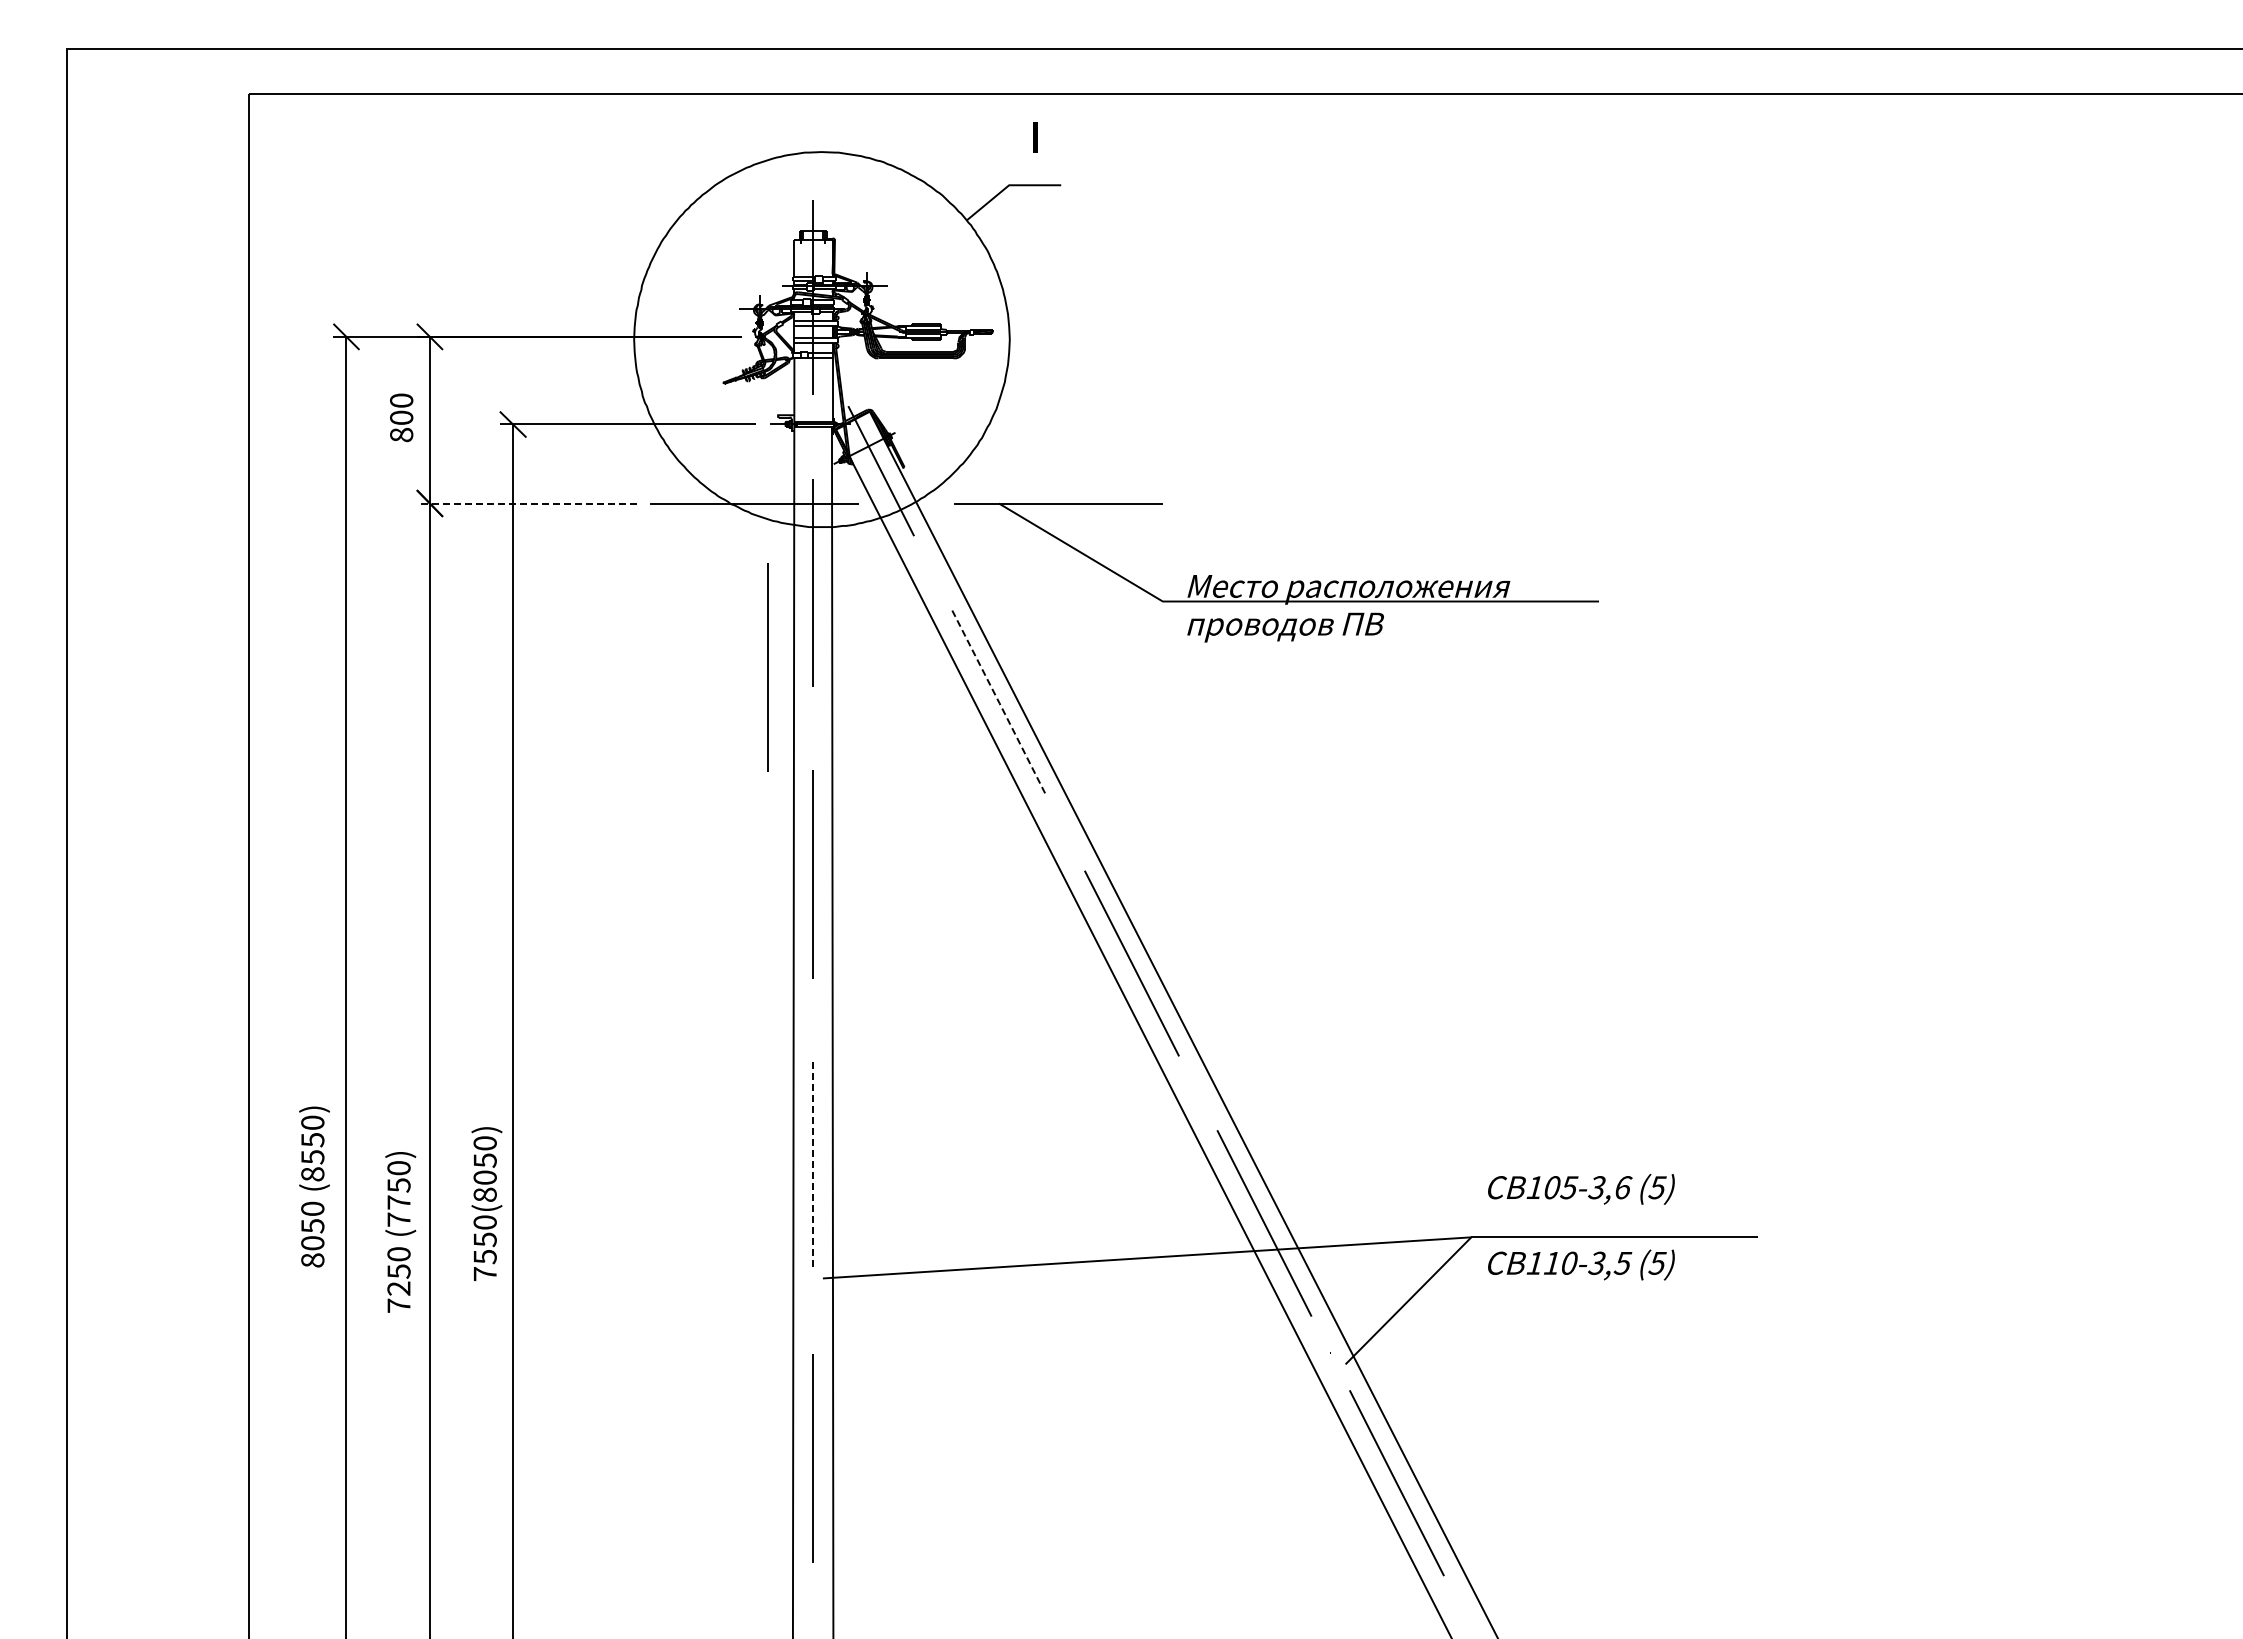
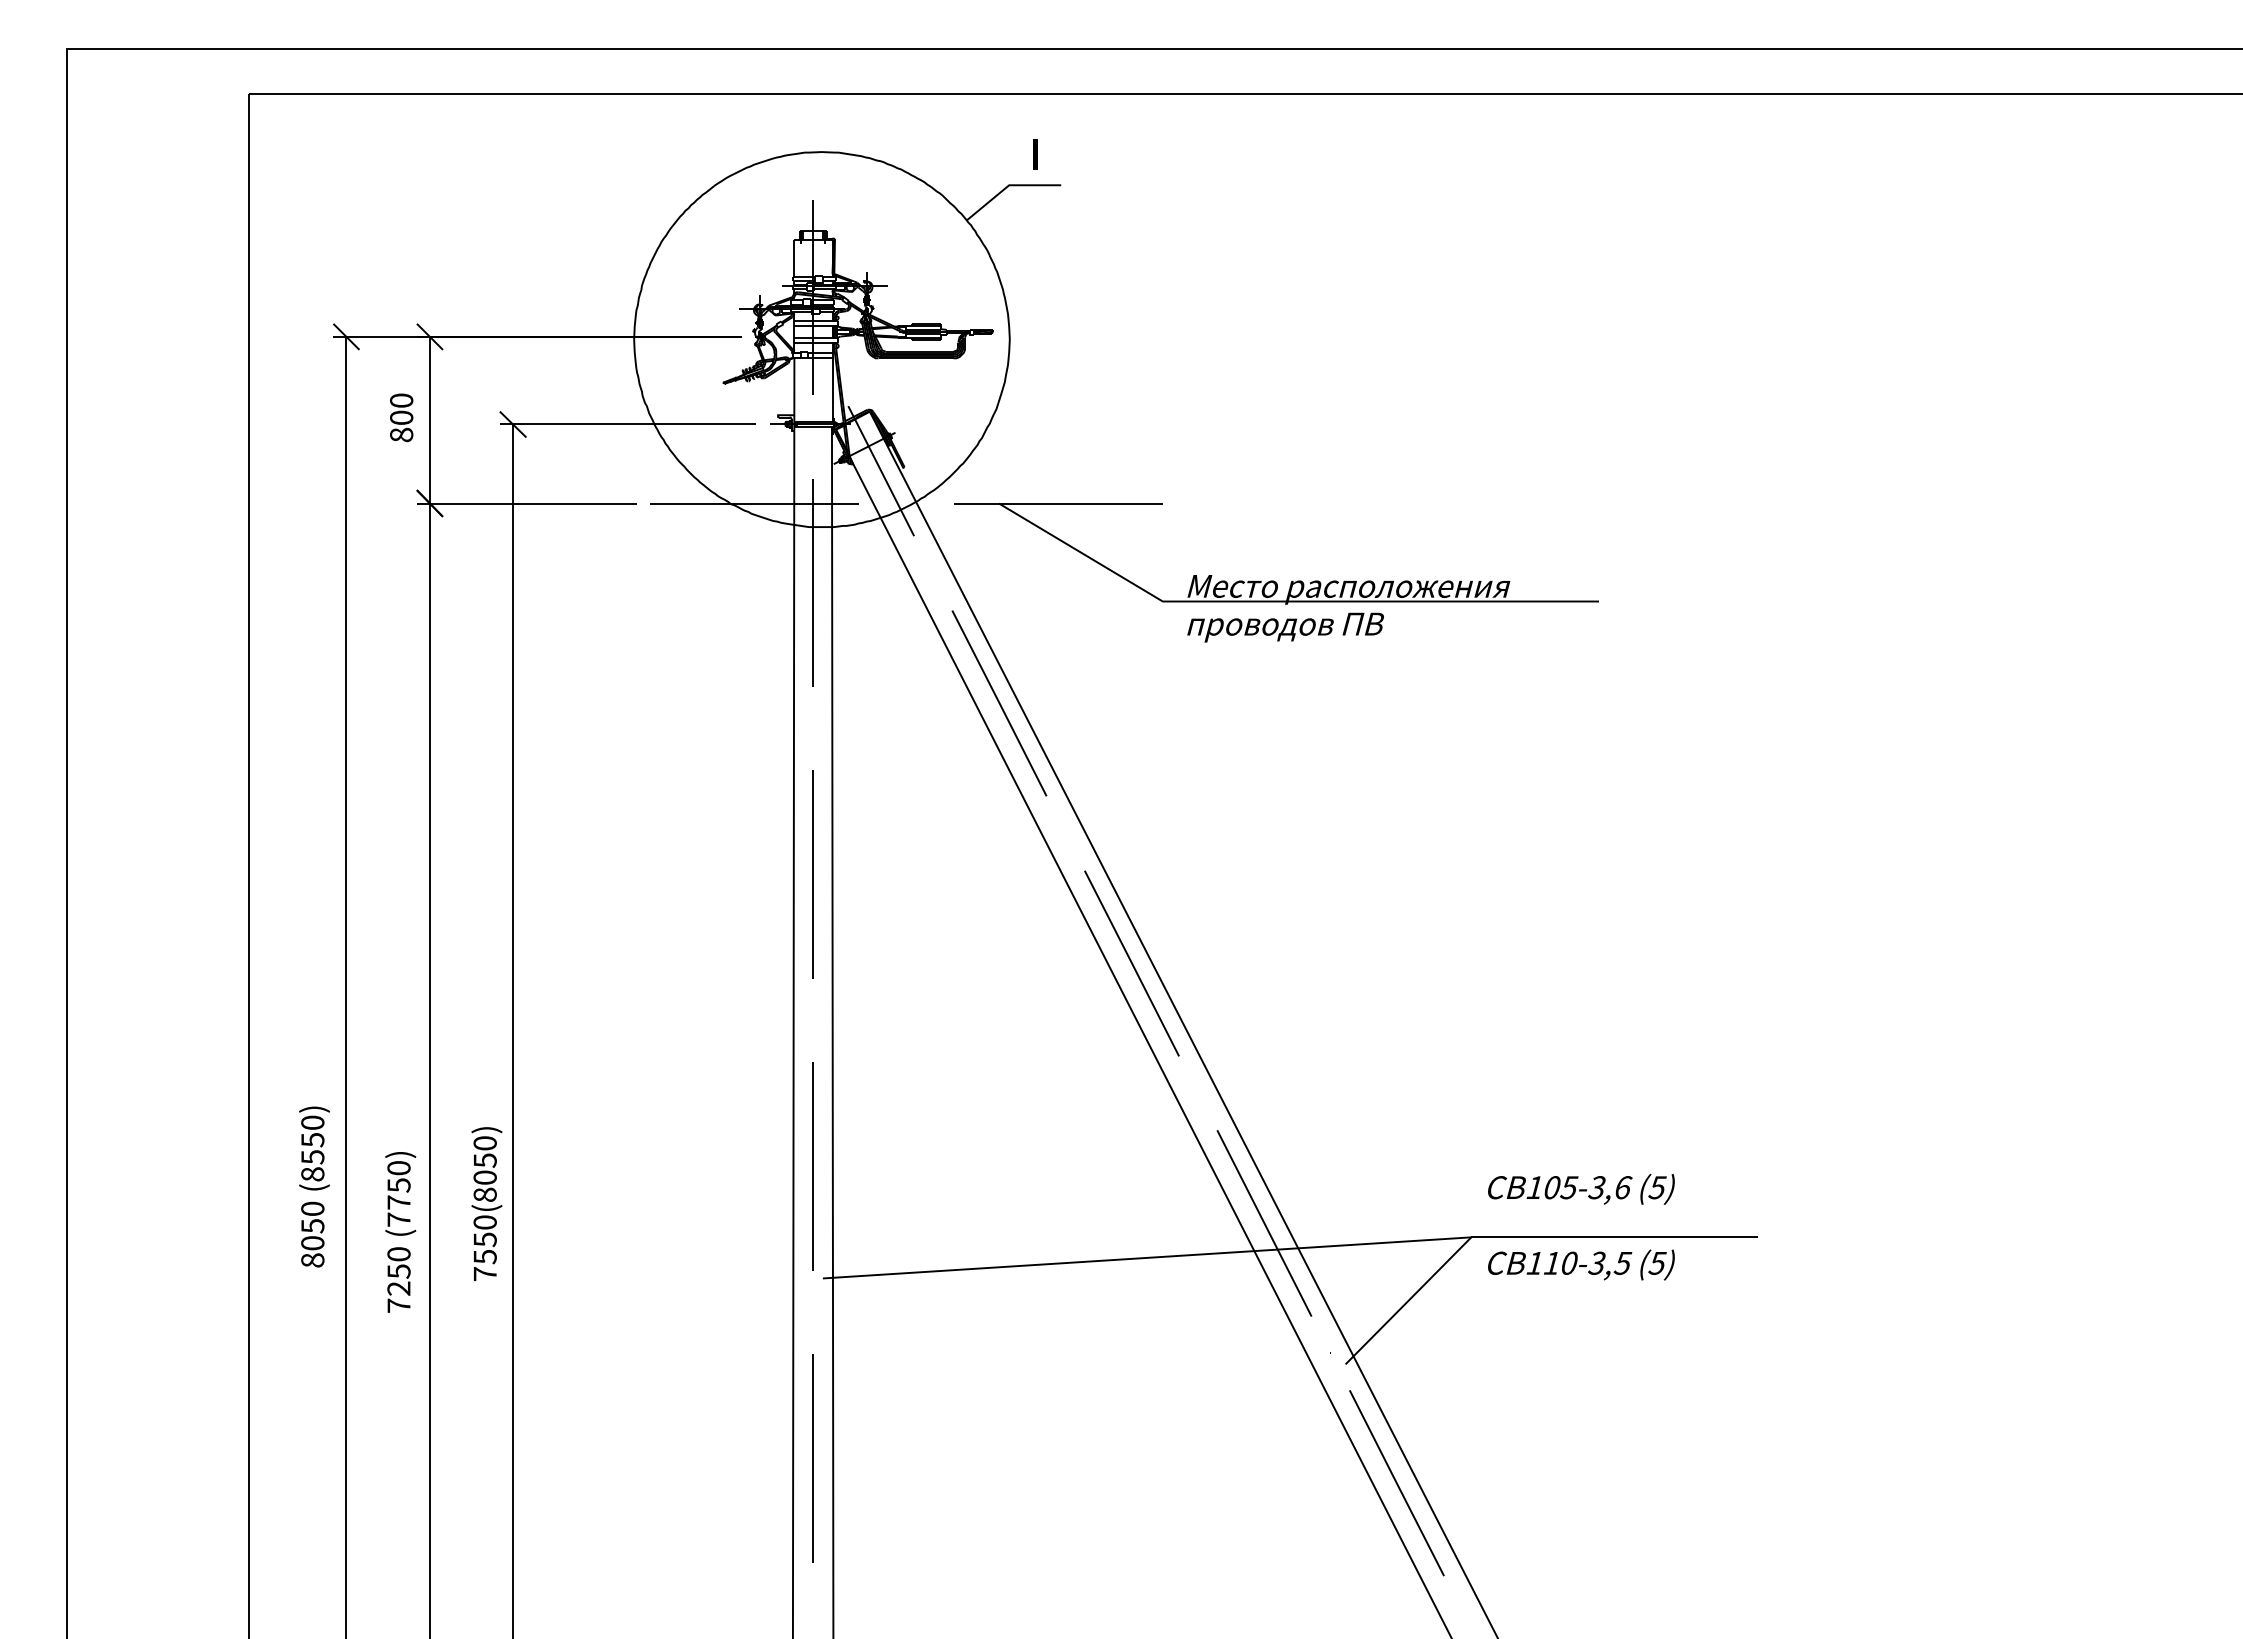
line at (1035, 137) position: (1035, 137) -> (1035, 154)
line at (526, 503): dashed -> solid
line at (767, 667): present -> none
line at (999, 703): dashed -> solid
line at (813, 1167): dashed -> solid
